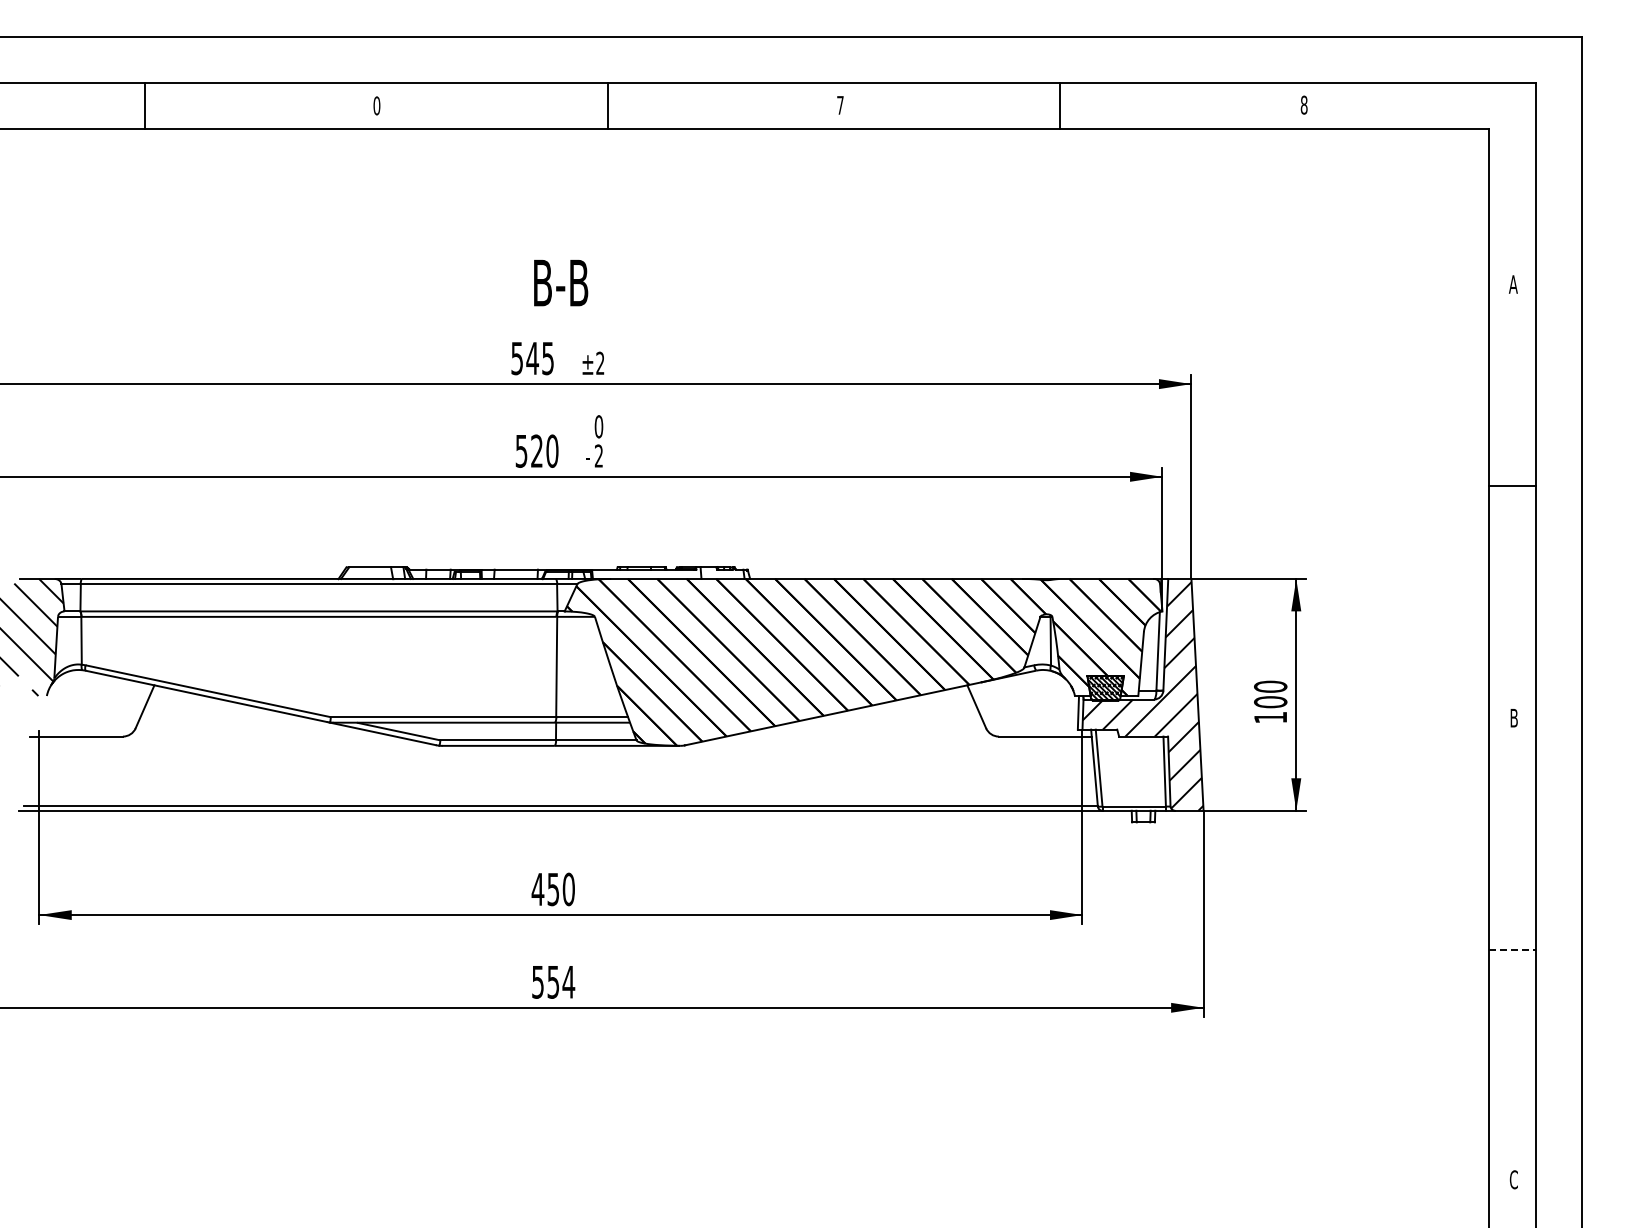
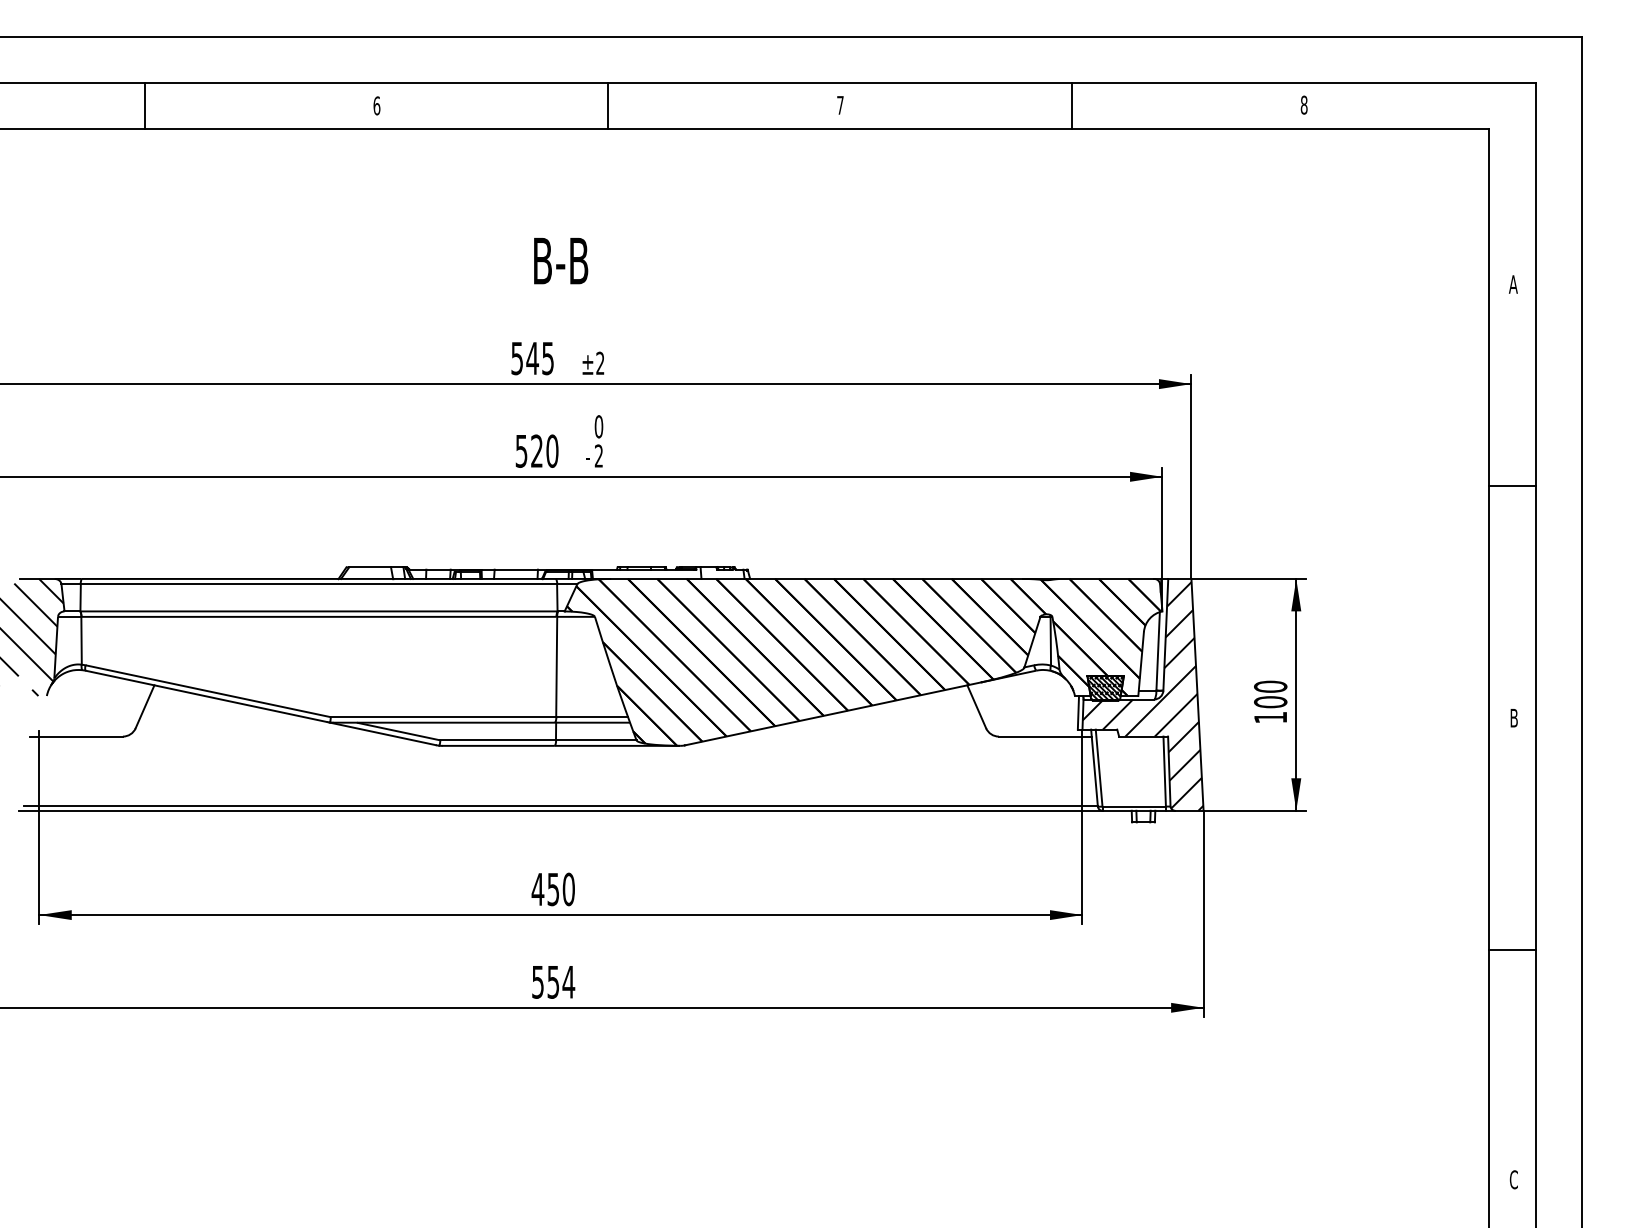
text at (376, 105): 0 -> 6
line at (1060, 106) position: (1060, 106) -> (1072, 106)
text at (561, 283) position: (561, 283) -> (561, 261)
line at (1513, 950): dashed -> solid
